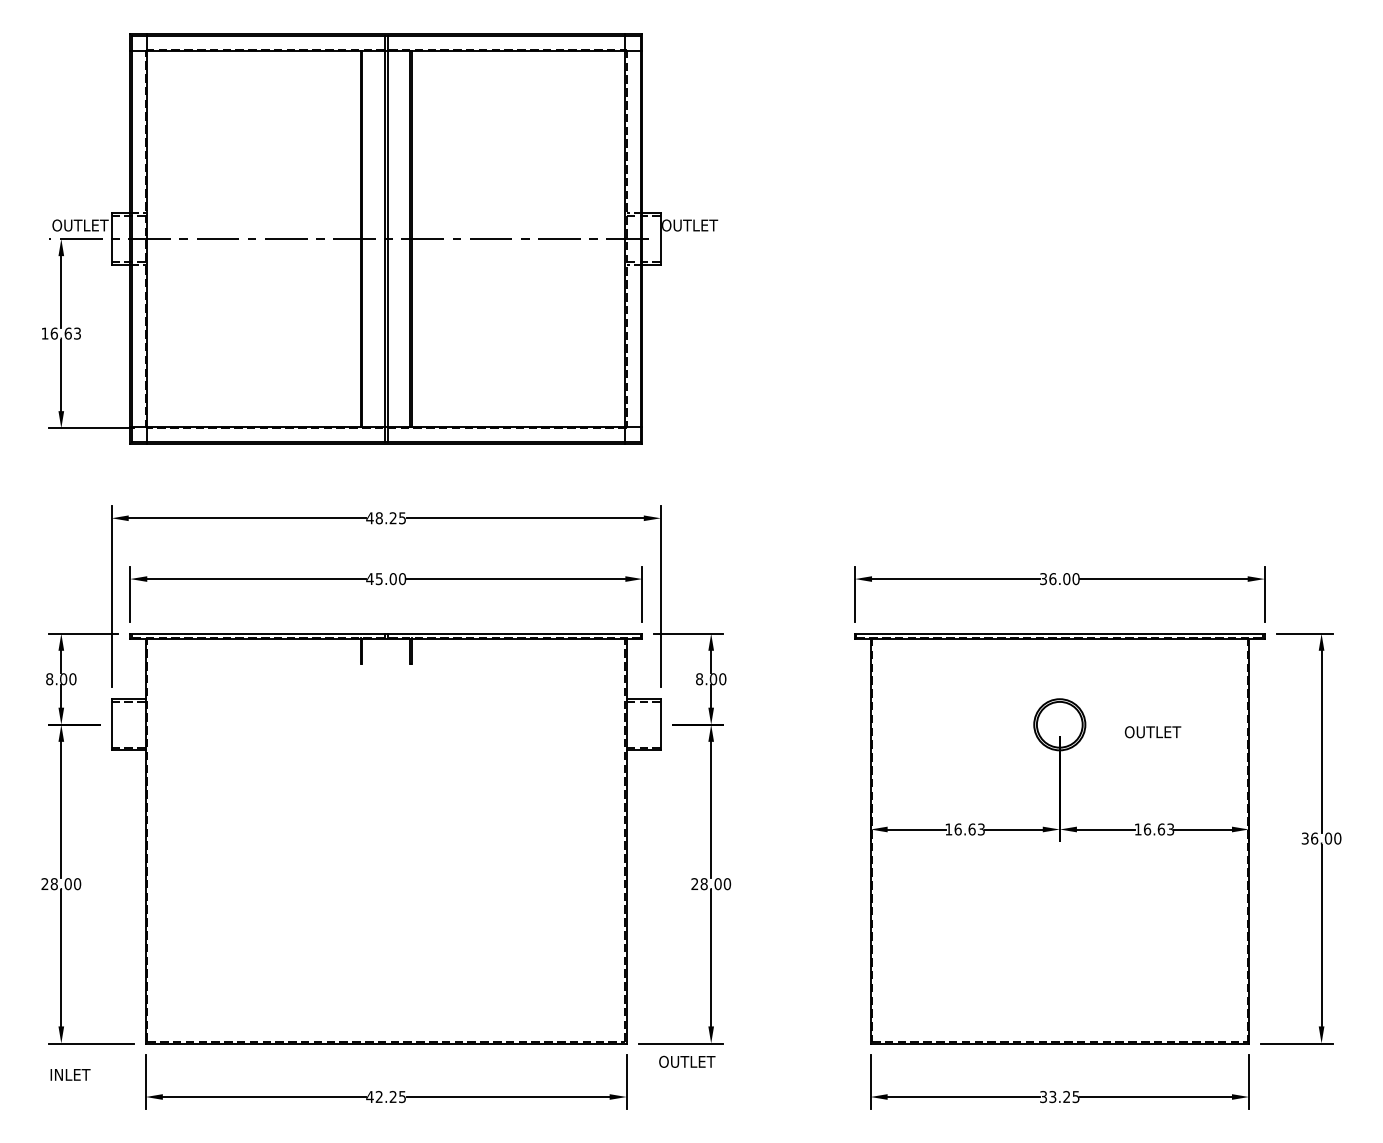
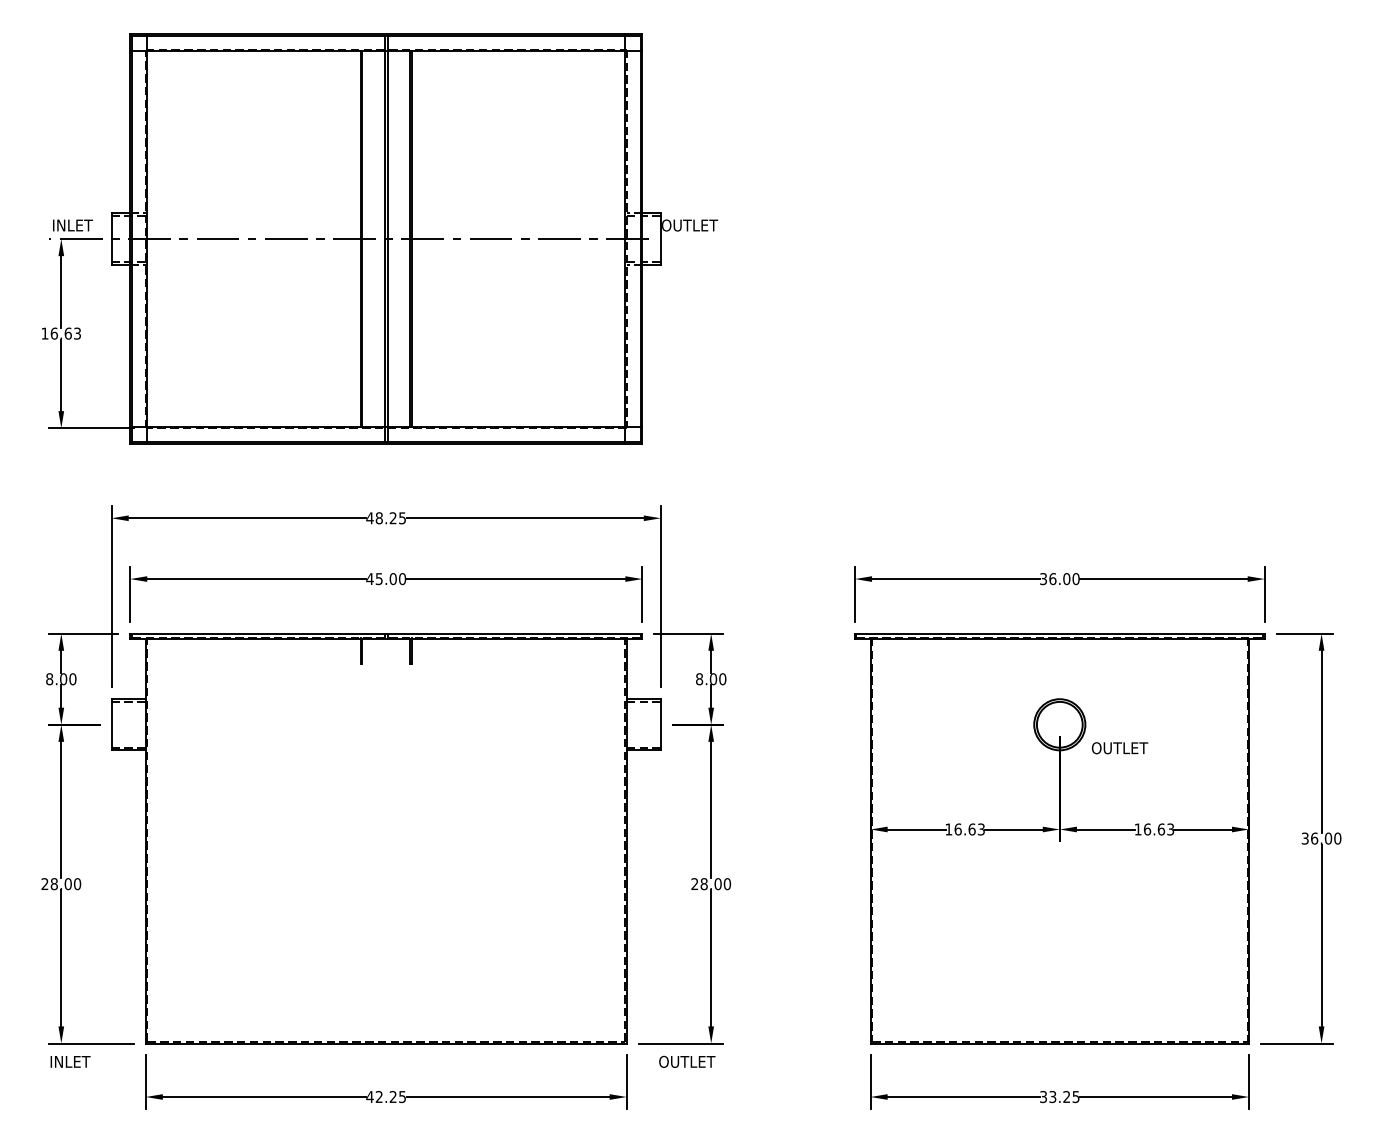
text at (80, 225): OUTLET -> INLET
text at (1152, 732) position: (1152, 732) -> (1119, 748)
text at (70, 1074) position: (70, 1074) -> (70, 1061)
